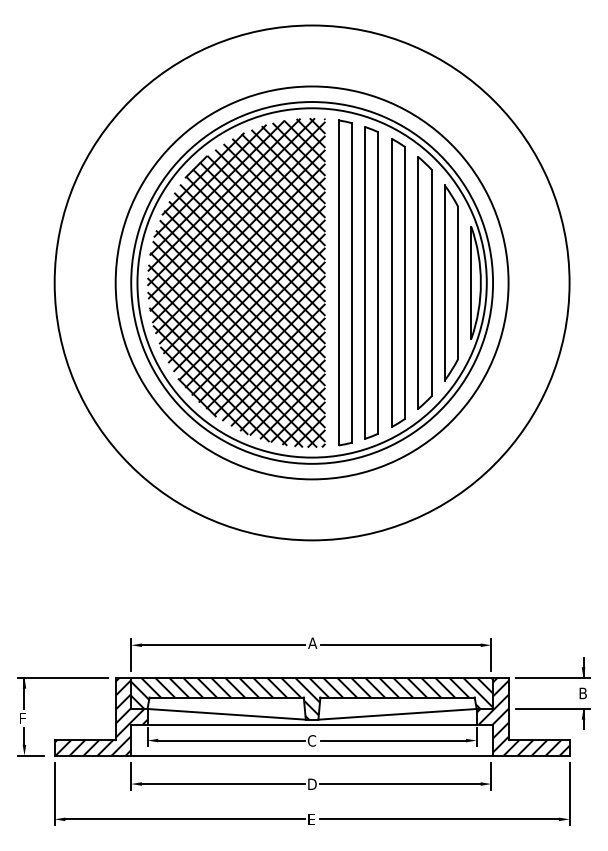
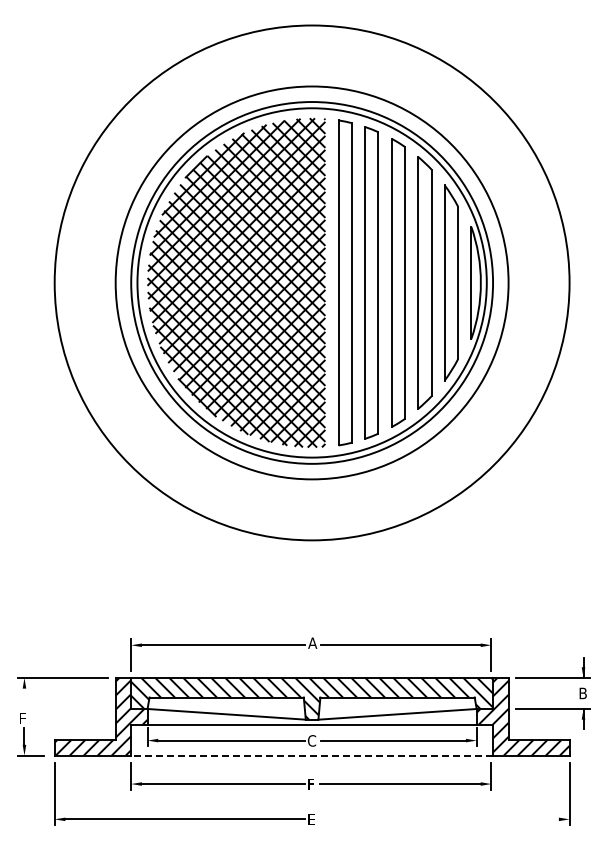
line at (24, 693): present -> none
line at (312, 755): solid -> dashed
text at (312, 783): D -> F
line at (439, 819): present -> none
